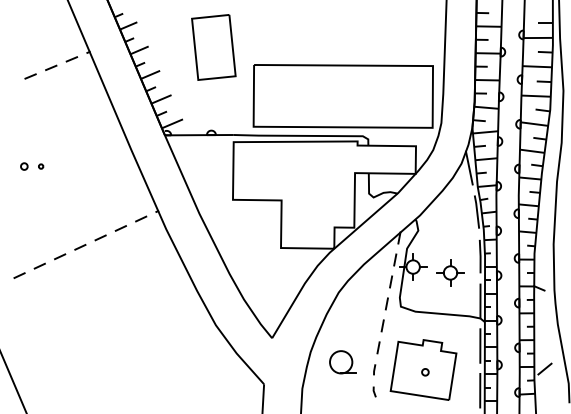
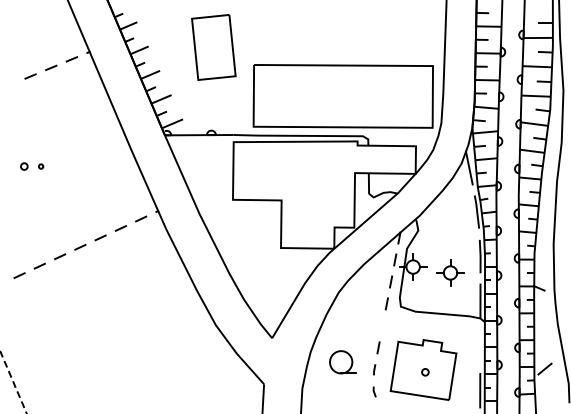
line at (382, 325): present -> none
line at (480, 345): present -> none
line at (13, 382): solid -> dashed
